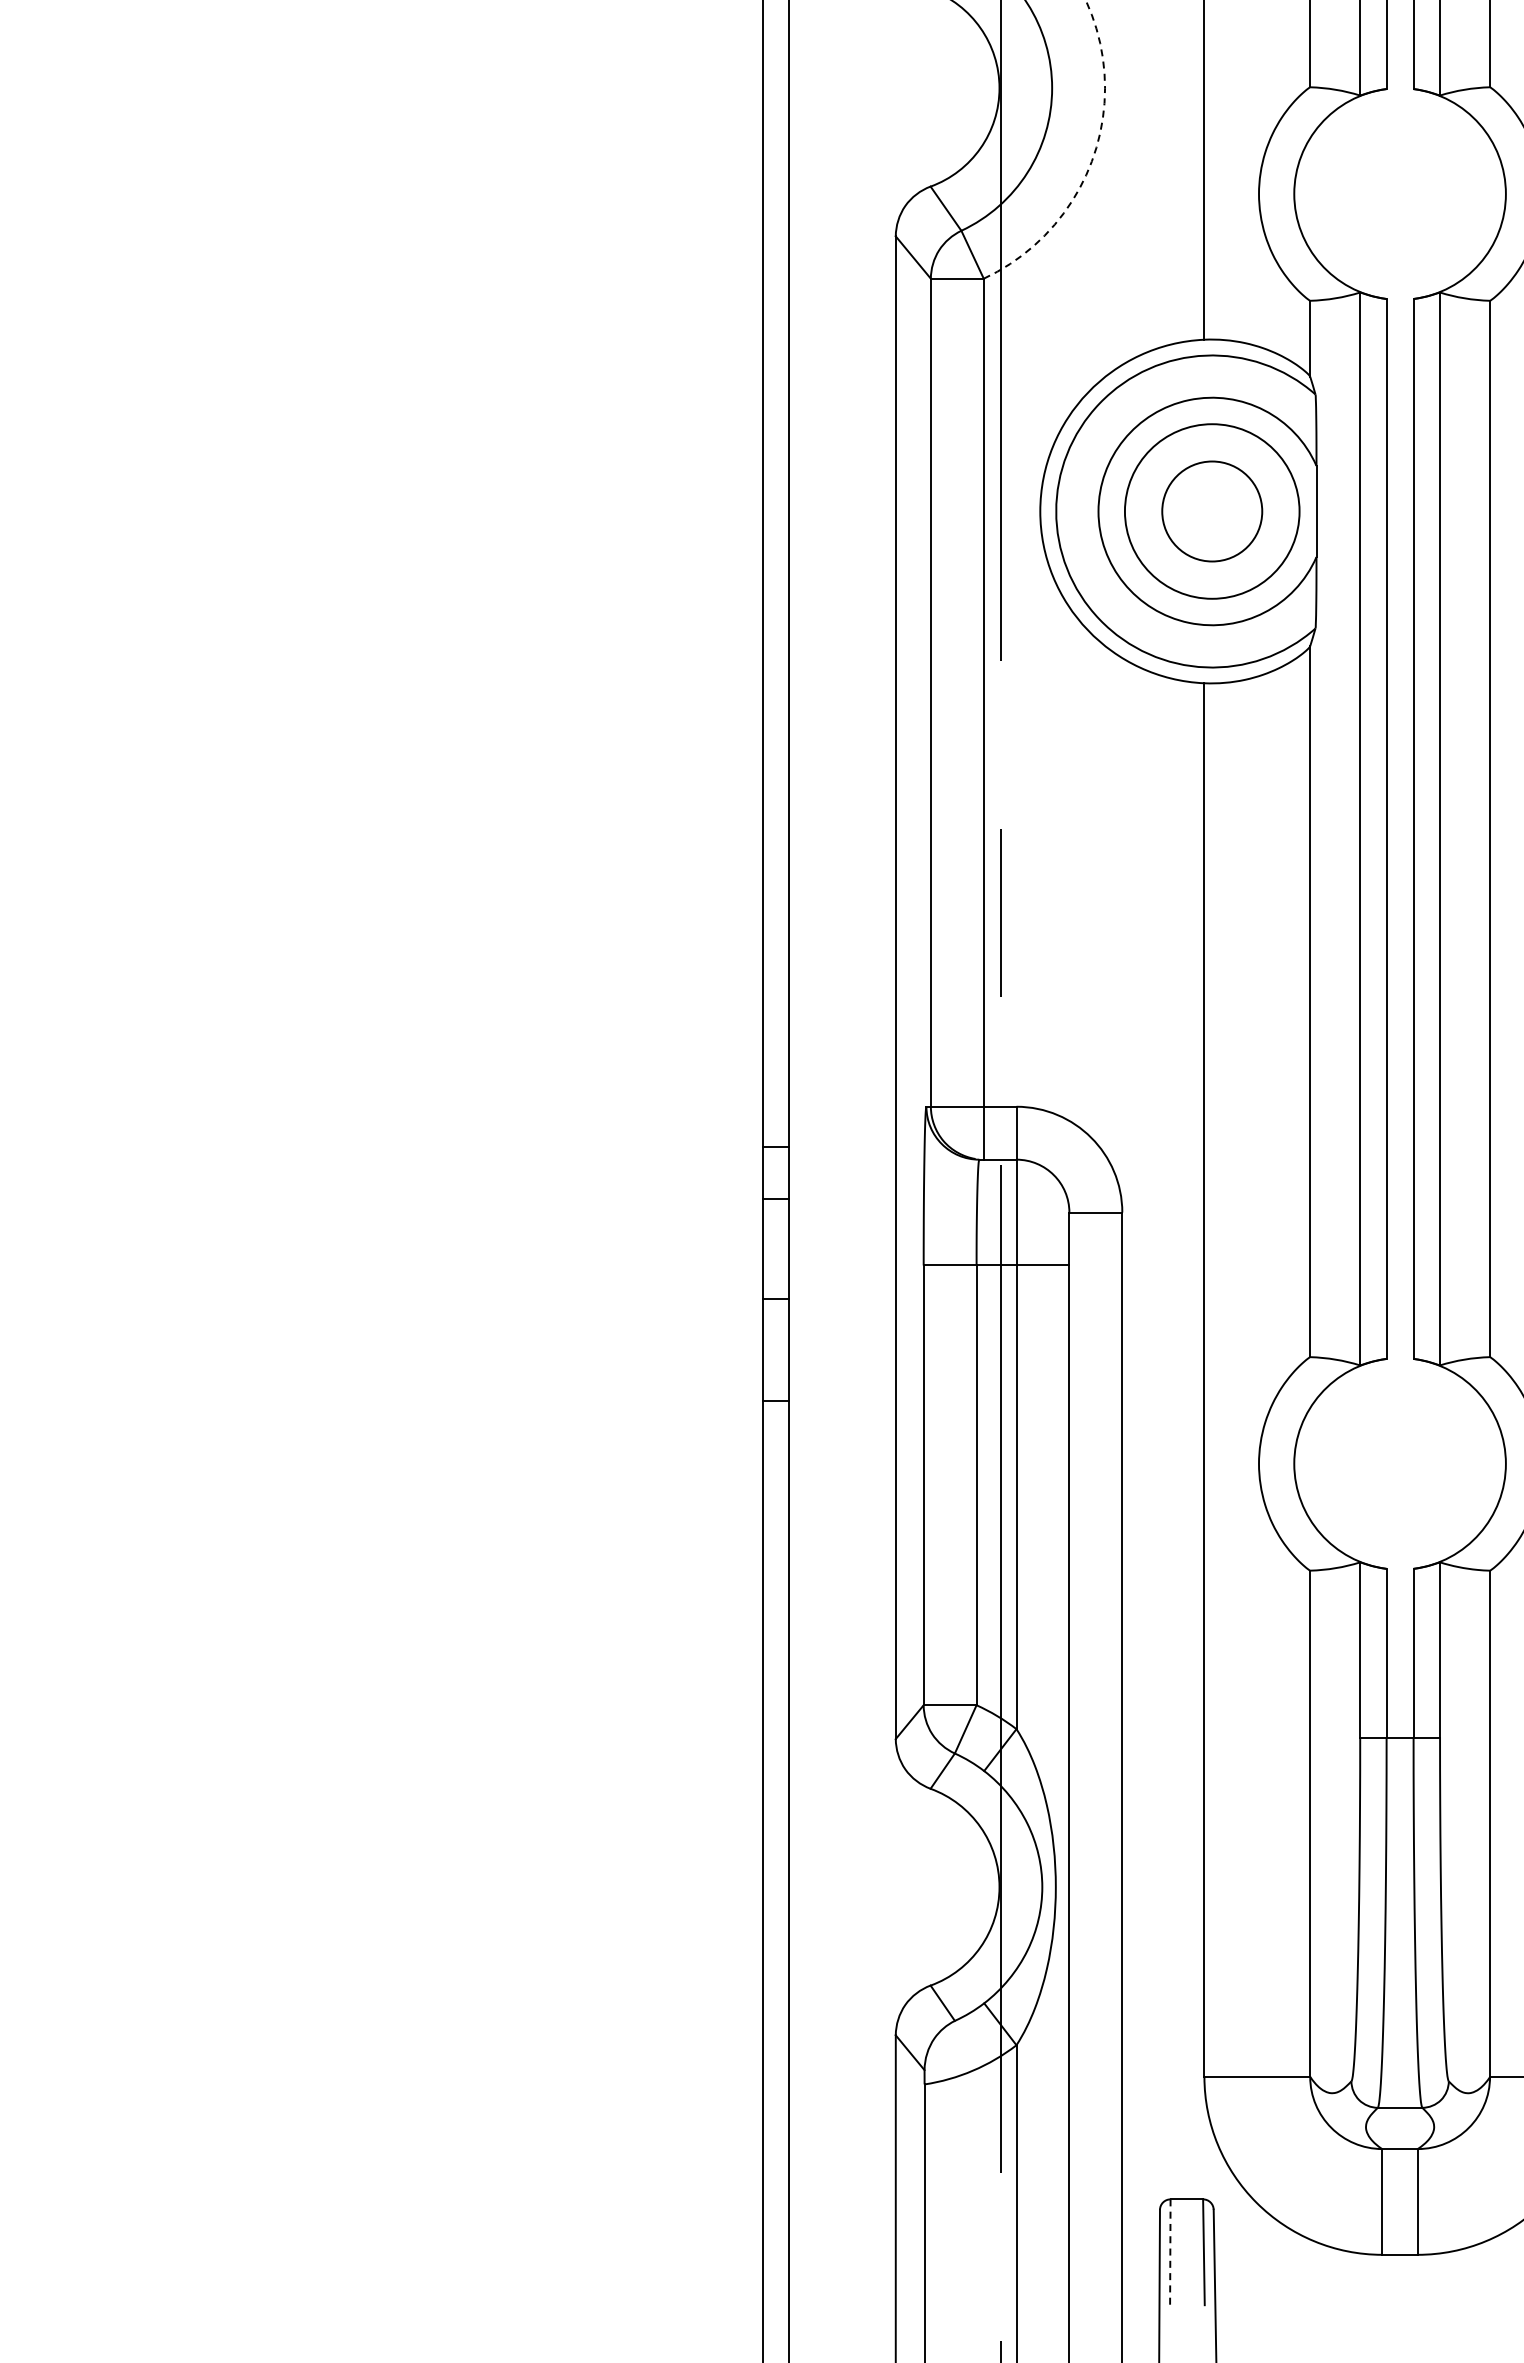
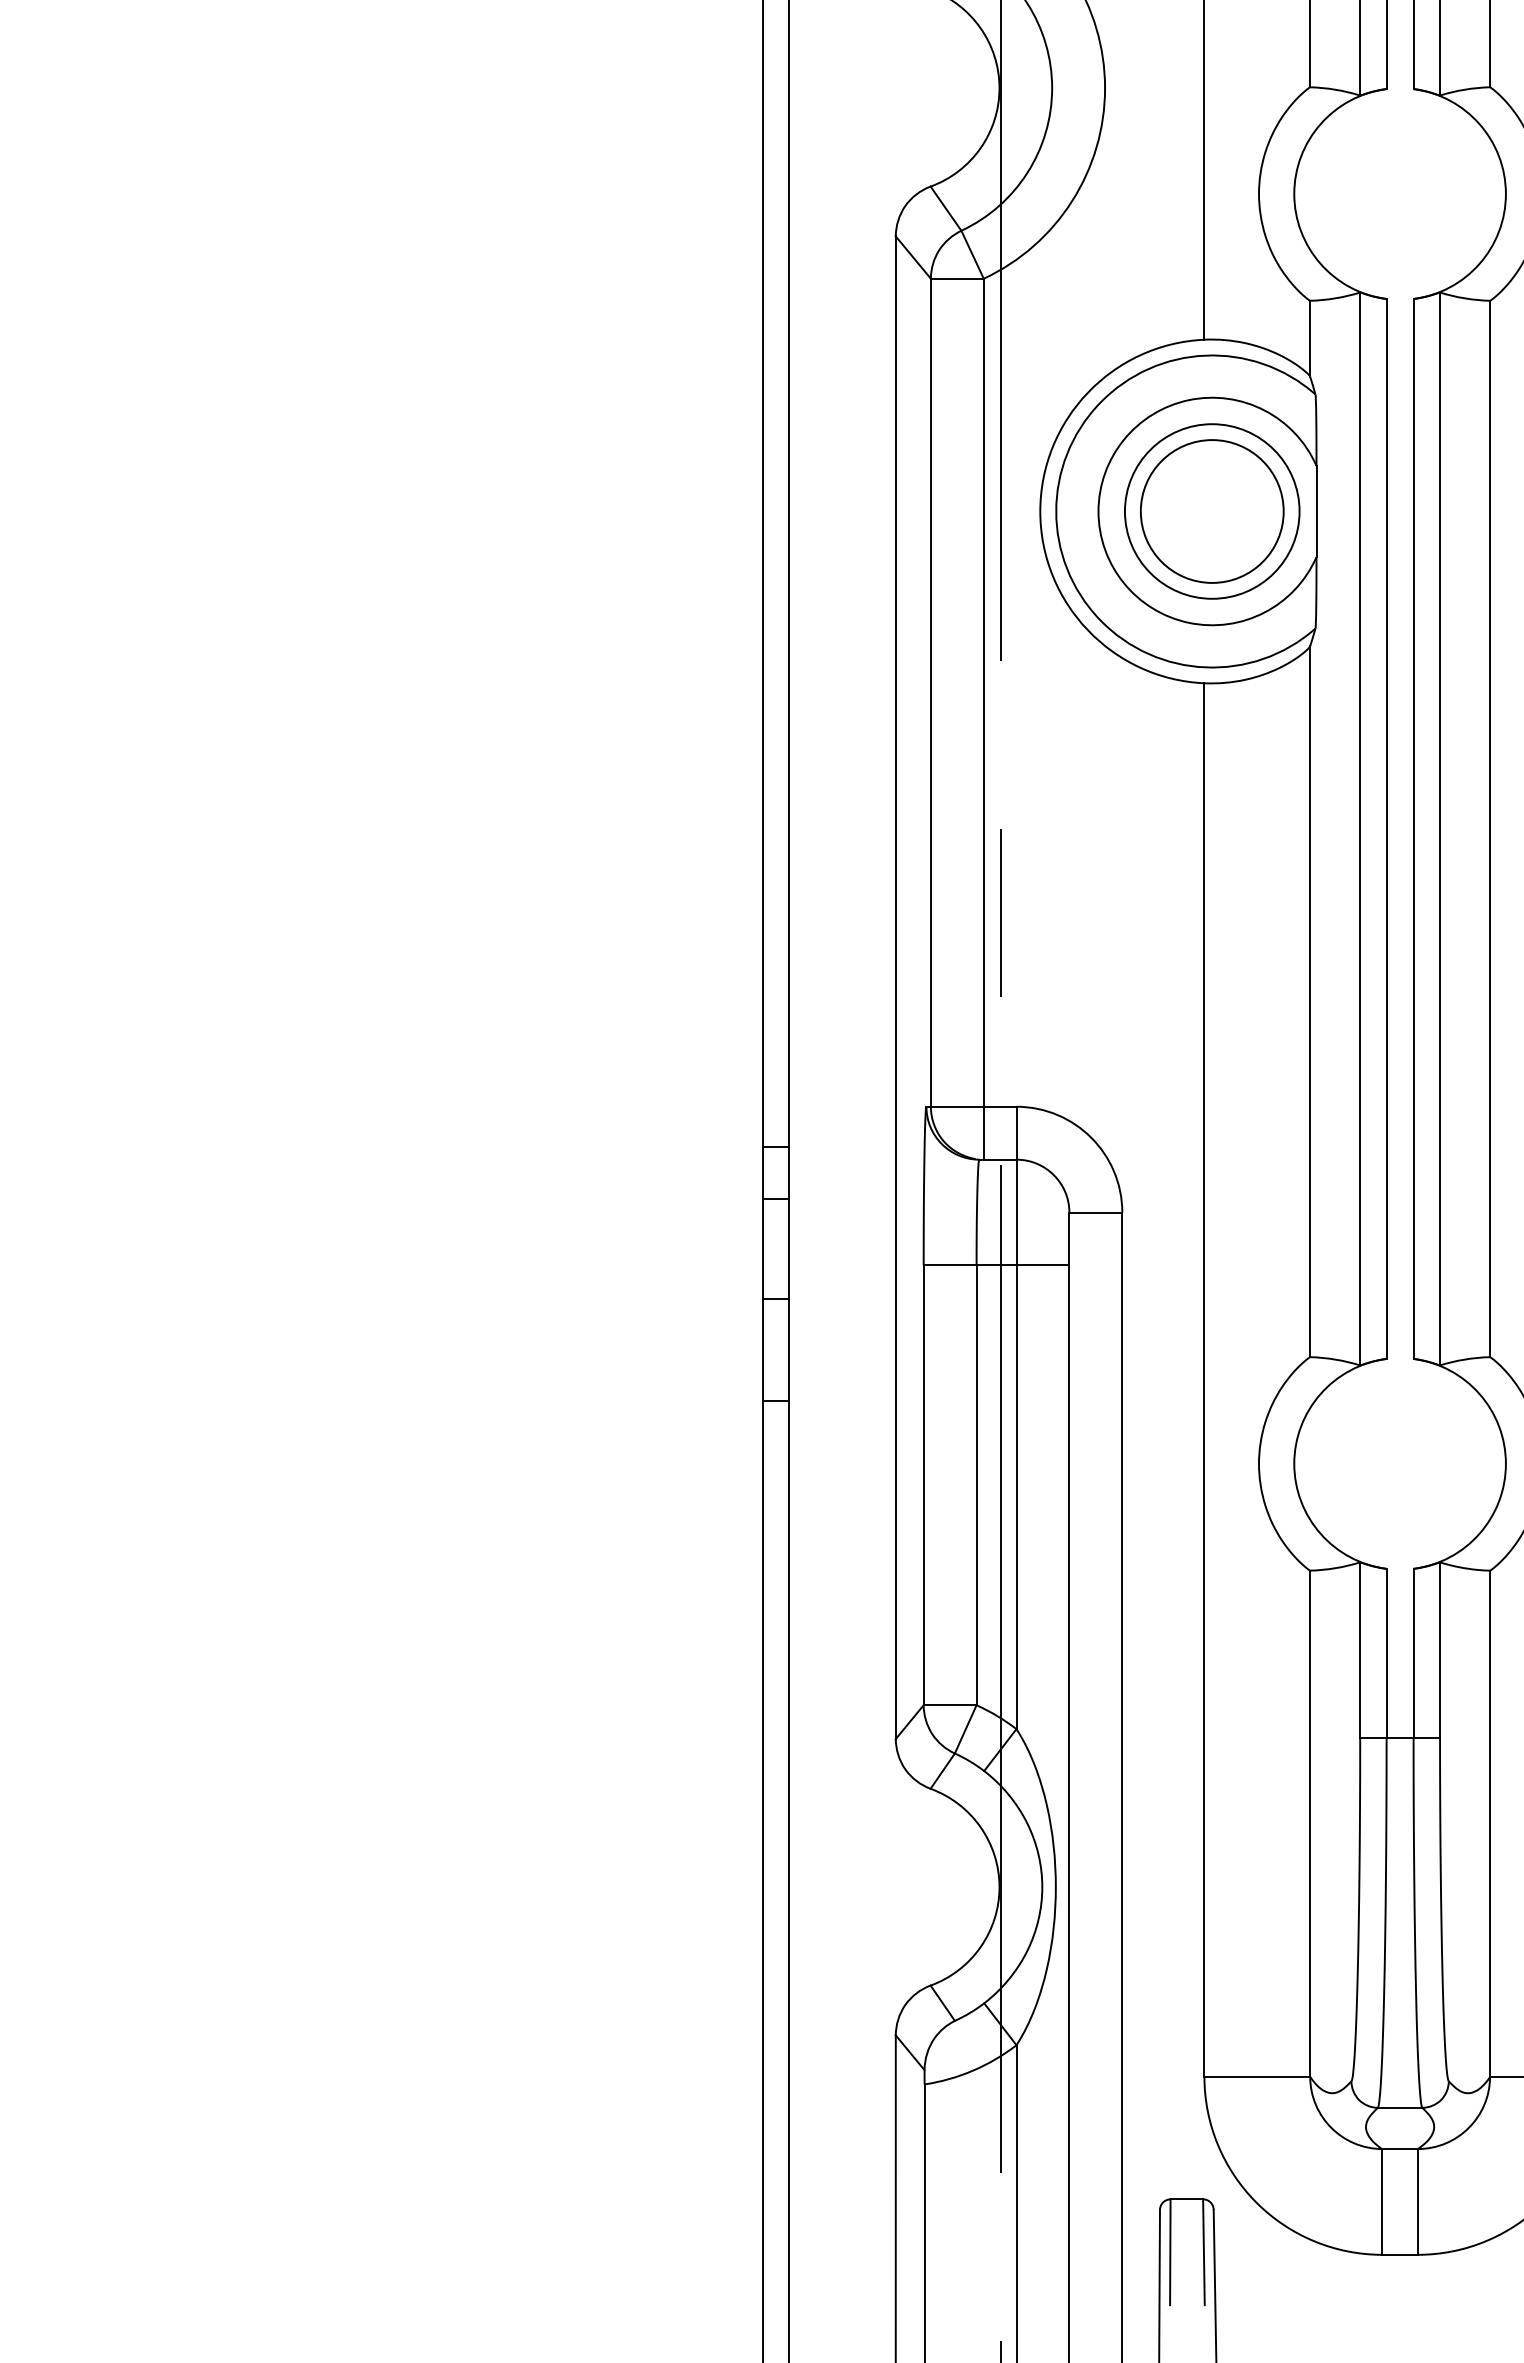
arc at (1092, 159): dashed -> solid
circle at (1212, 511) diameter: 100 px -> 143 px
line at (1170, 2252): dashed -> solid
